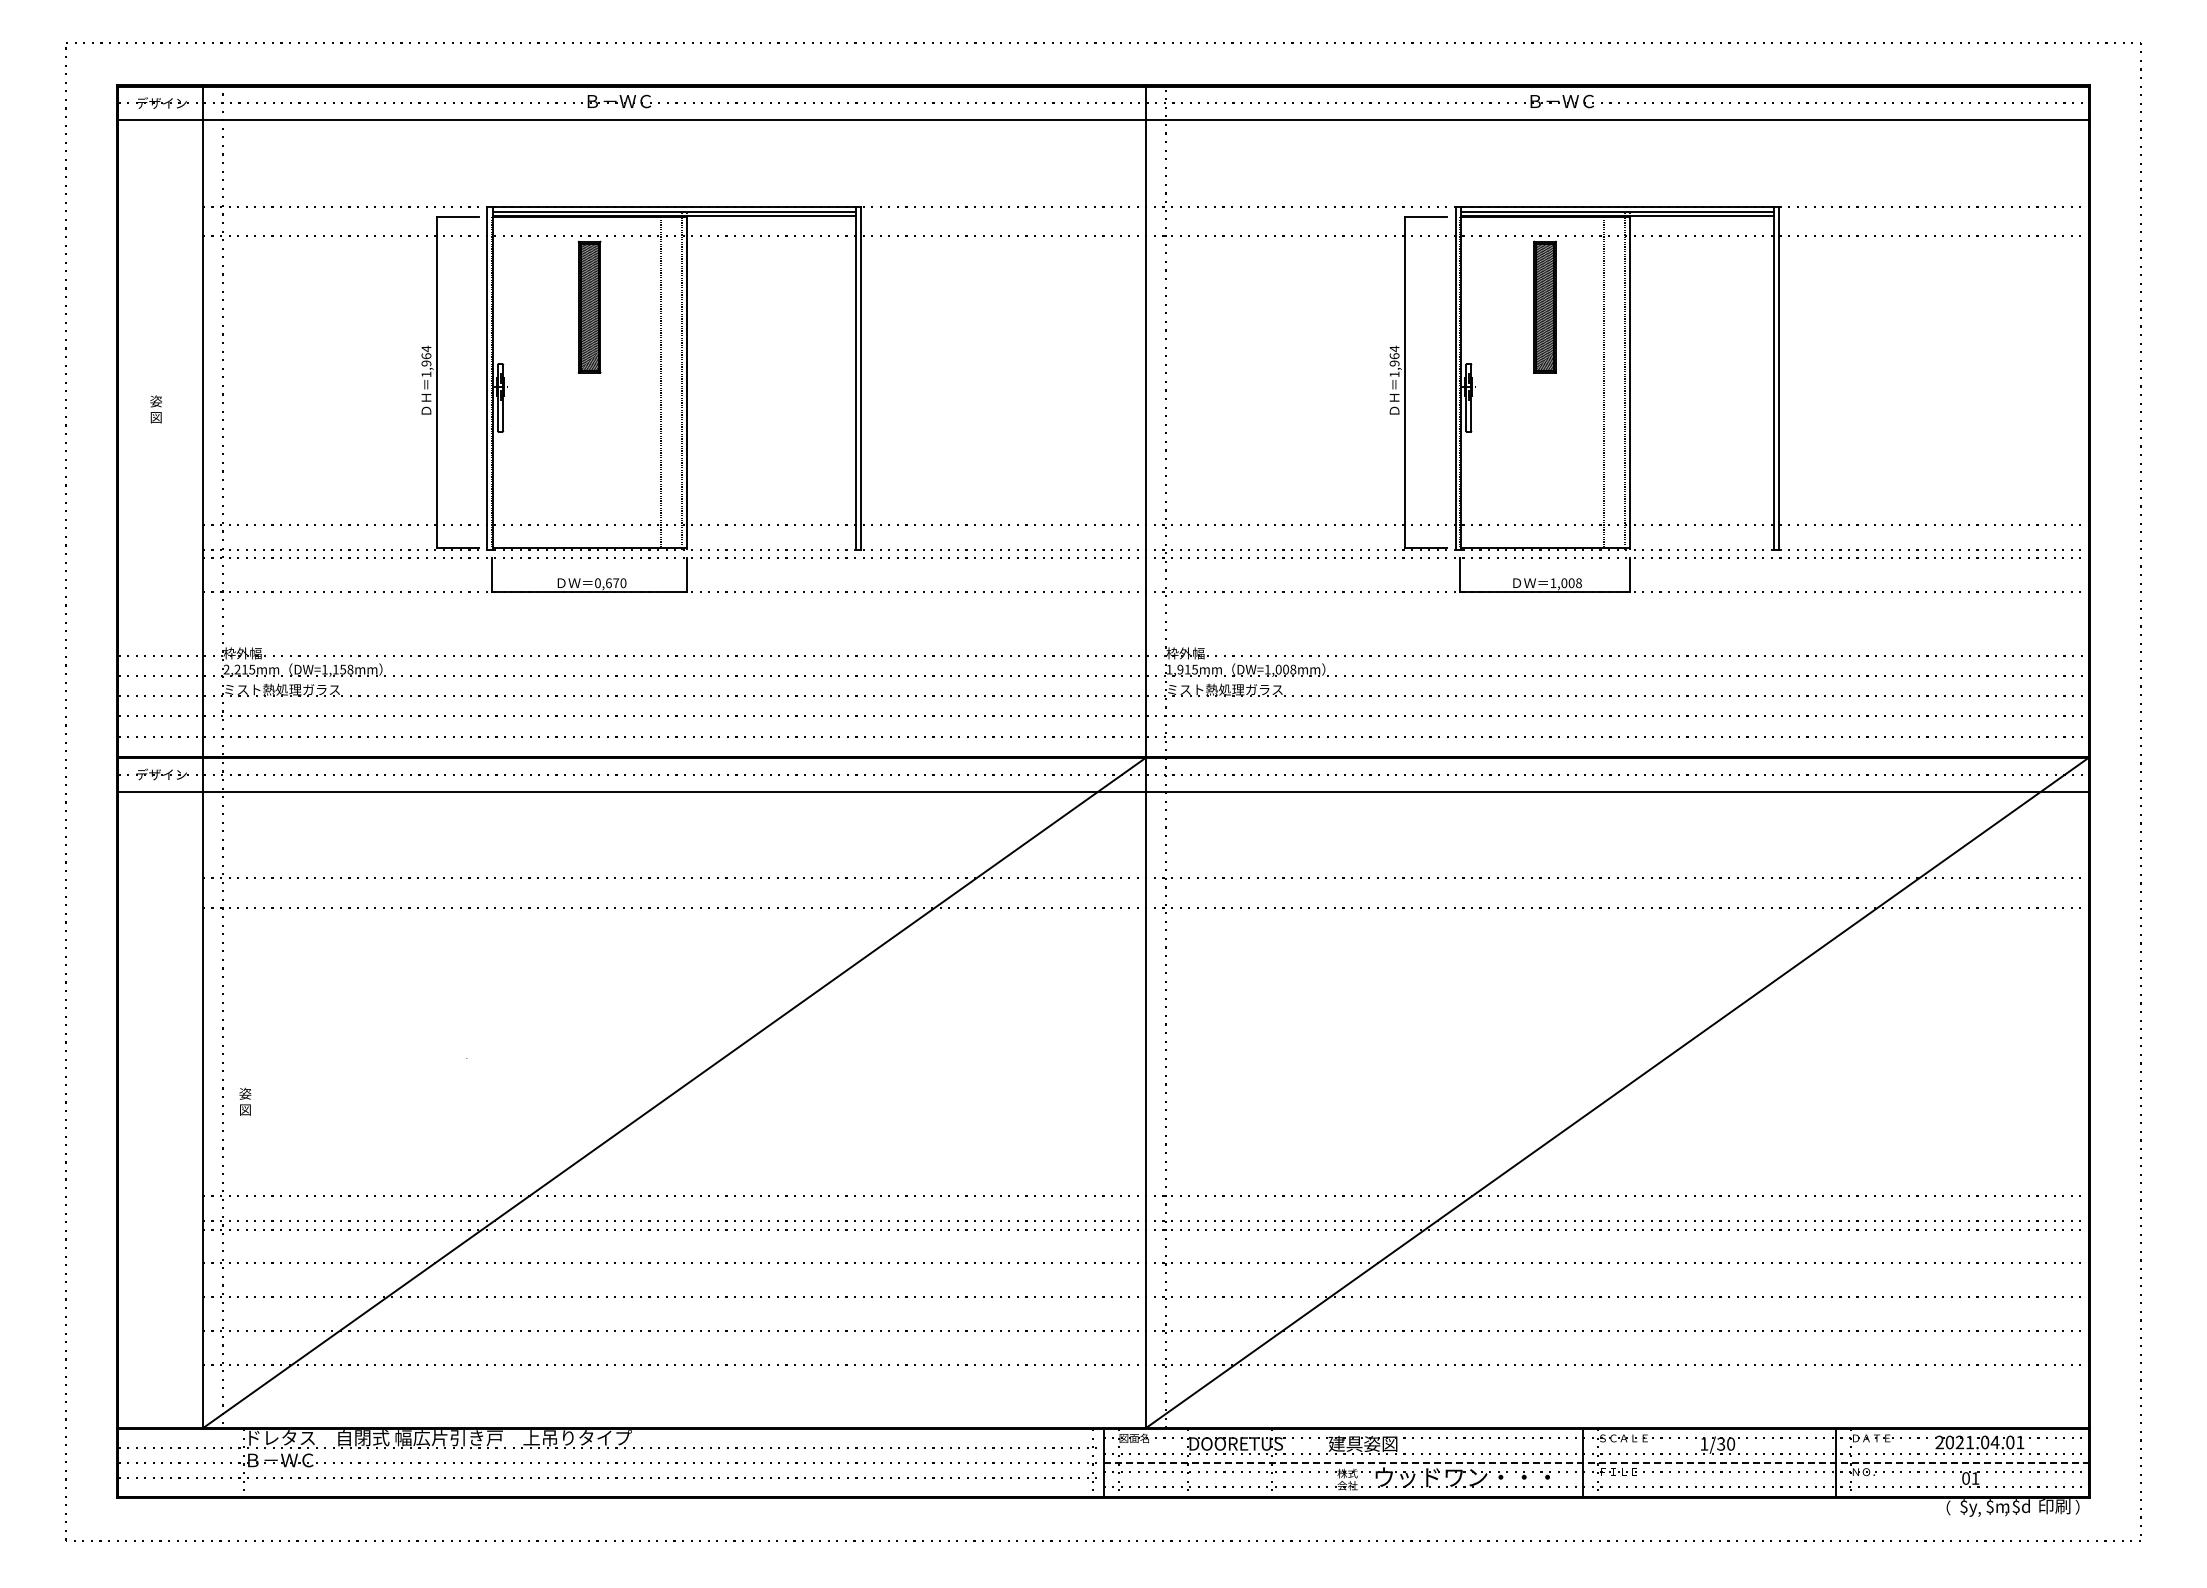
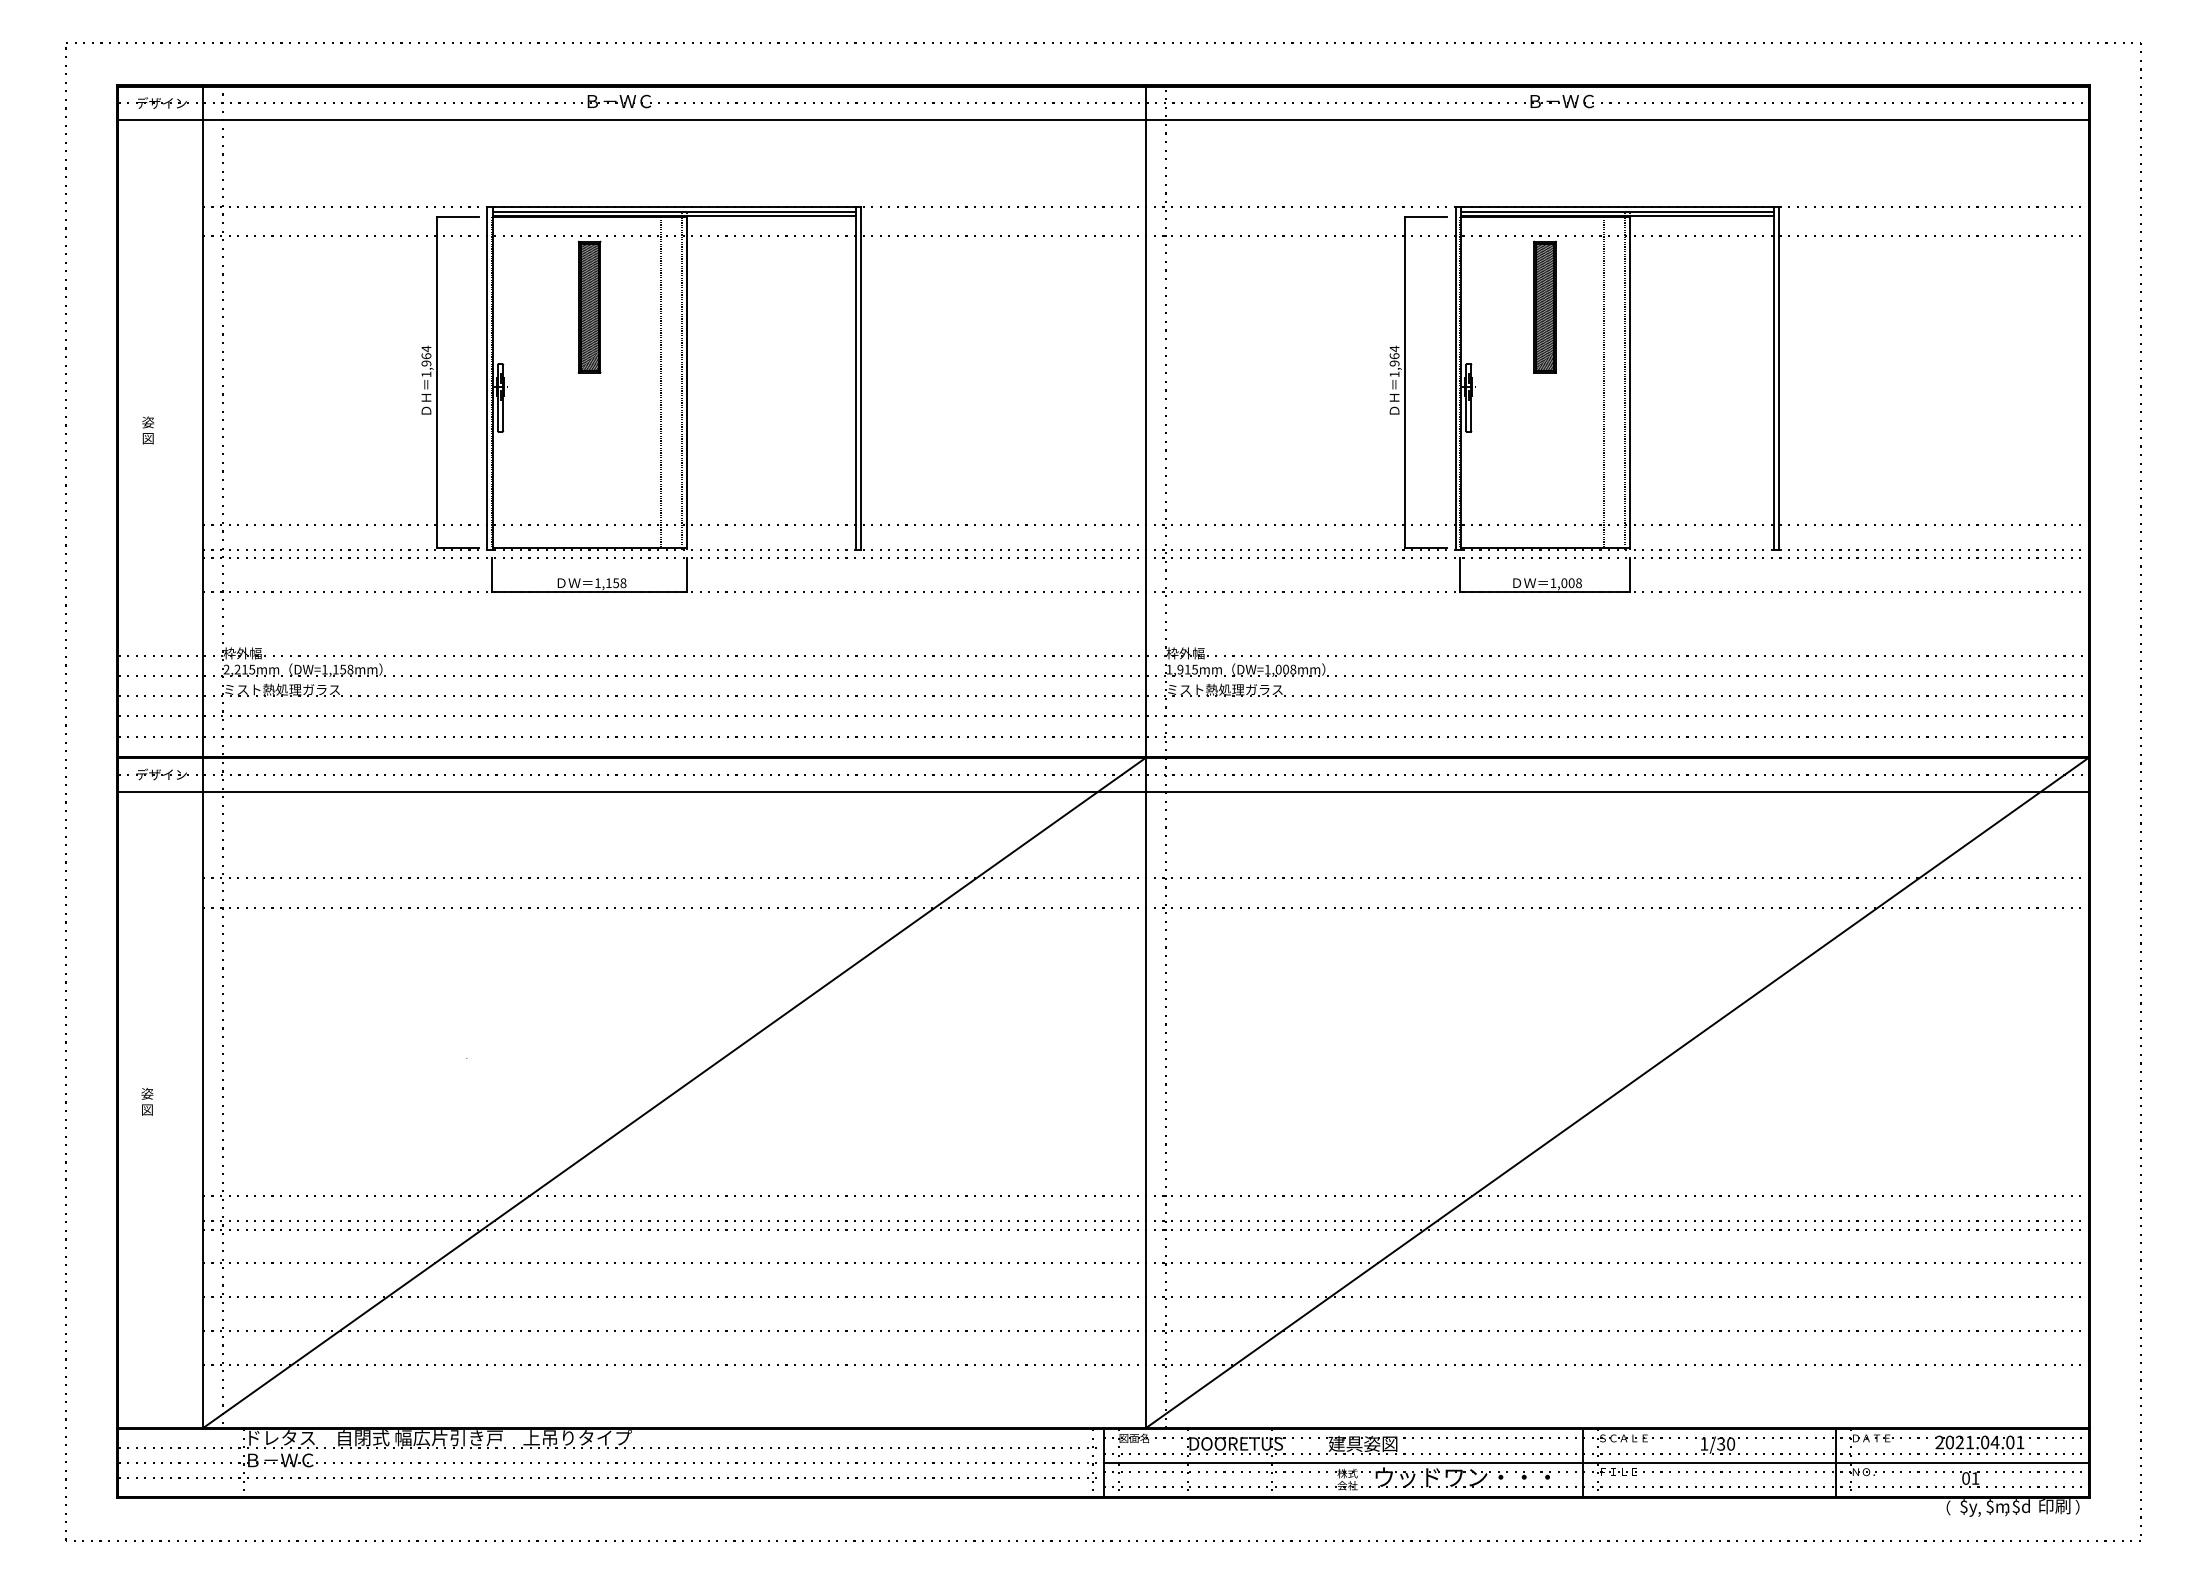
text at (156, 409) position: (156, 409) -> (148, 430)
text at (610, 583): 0,670 -> 1,158
text at (245, 1101) position: (245, 1101) -> (147, 1101)
line at (1596, 1462): dashed -> solid
